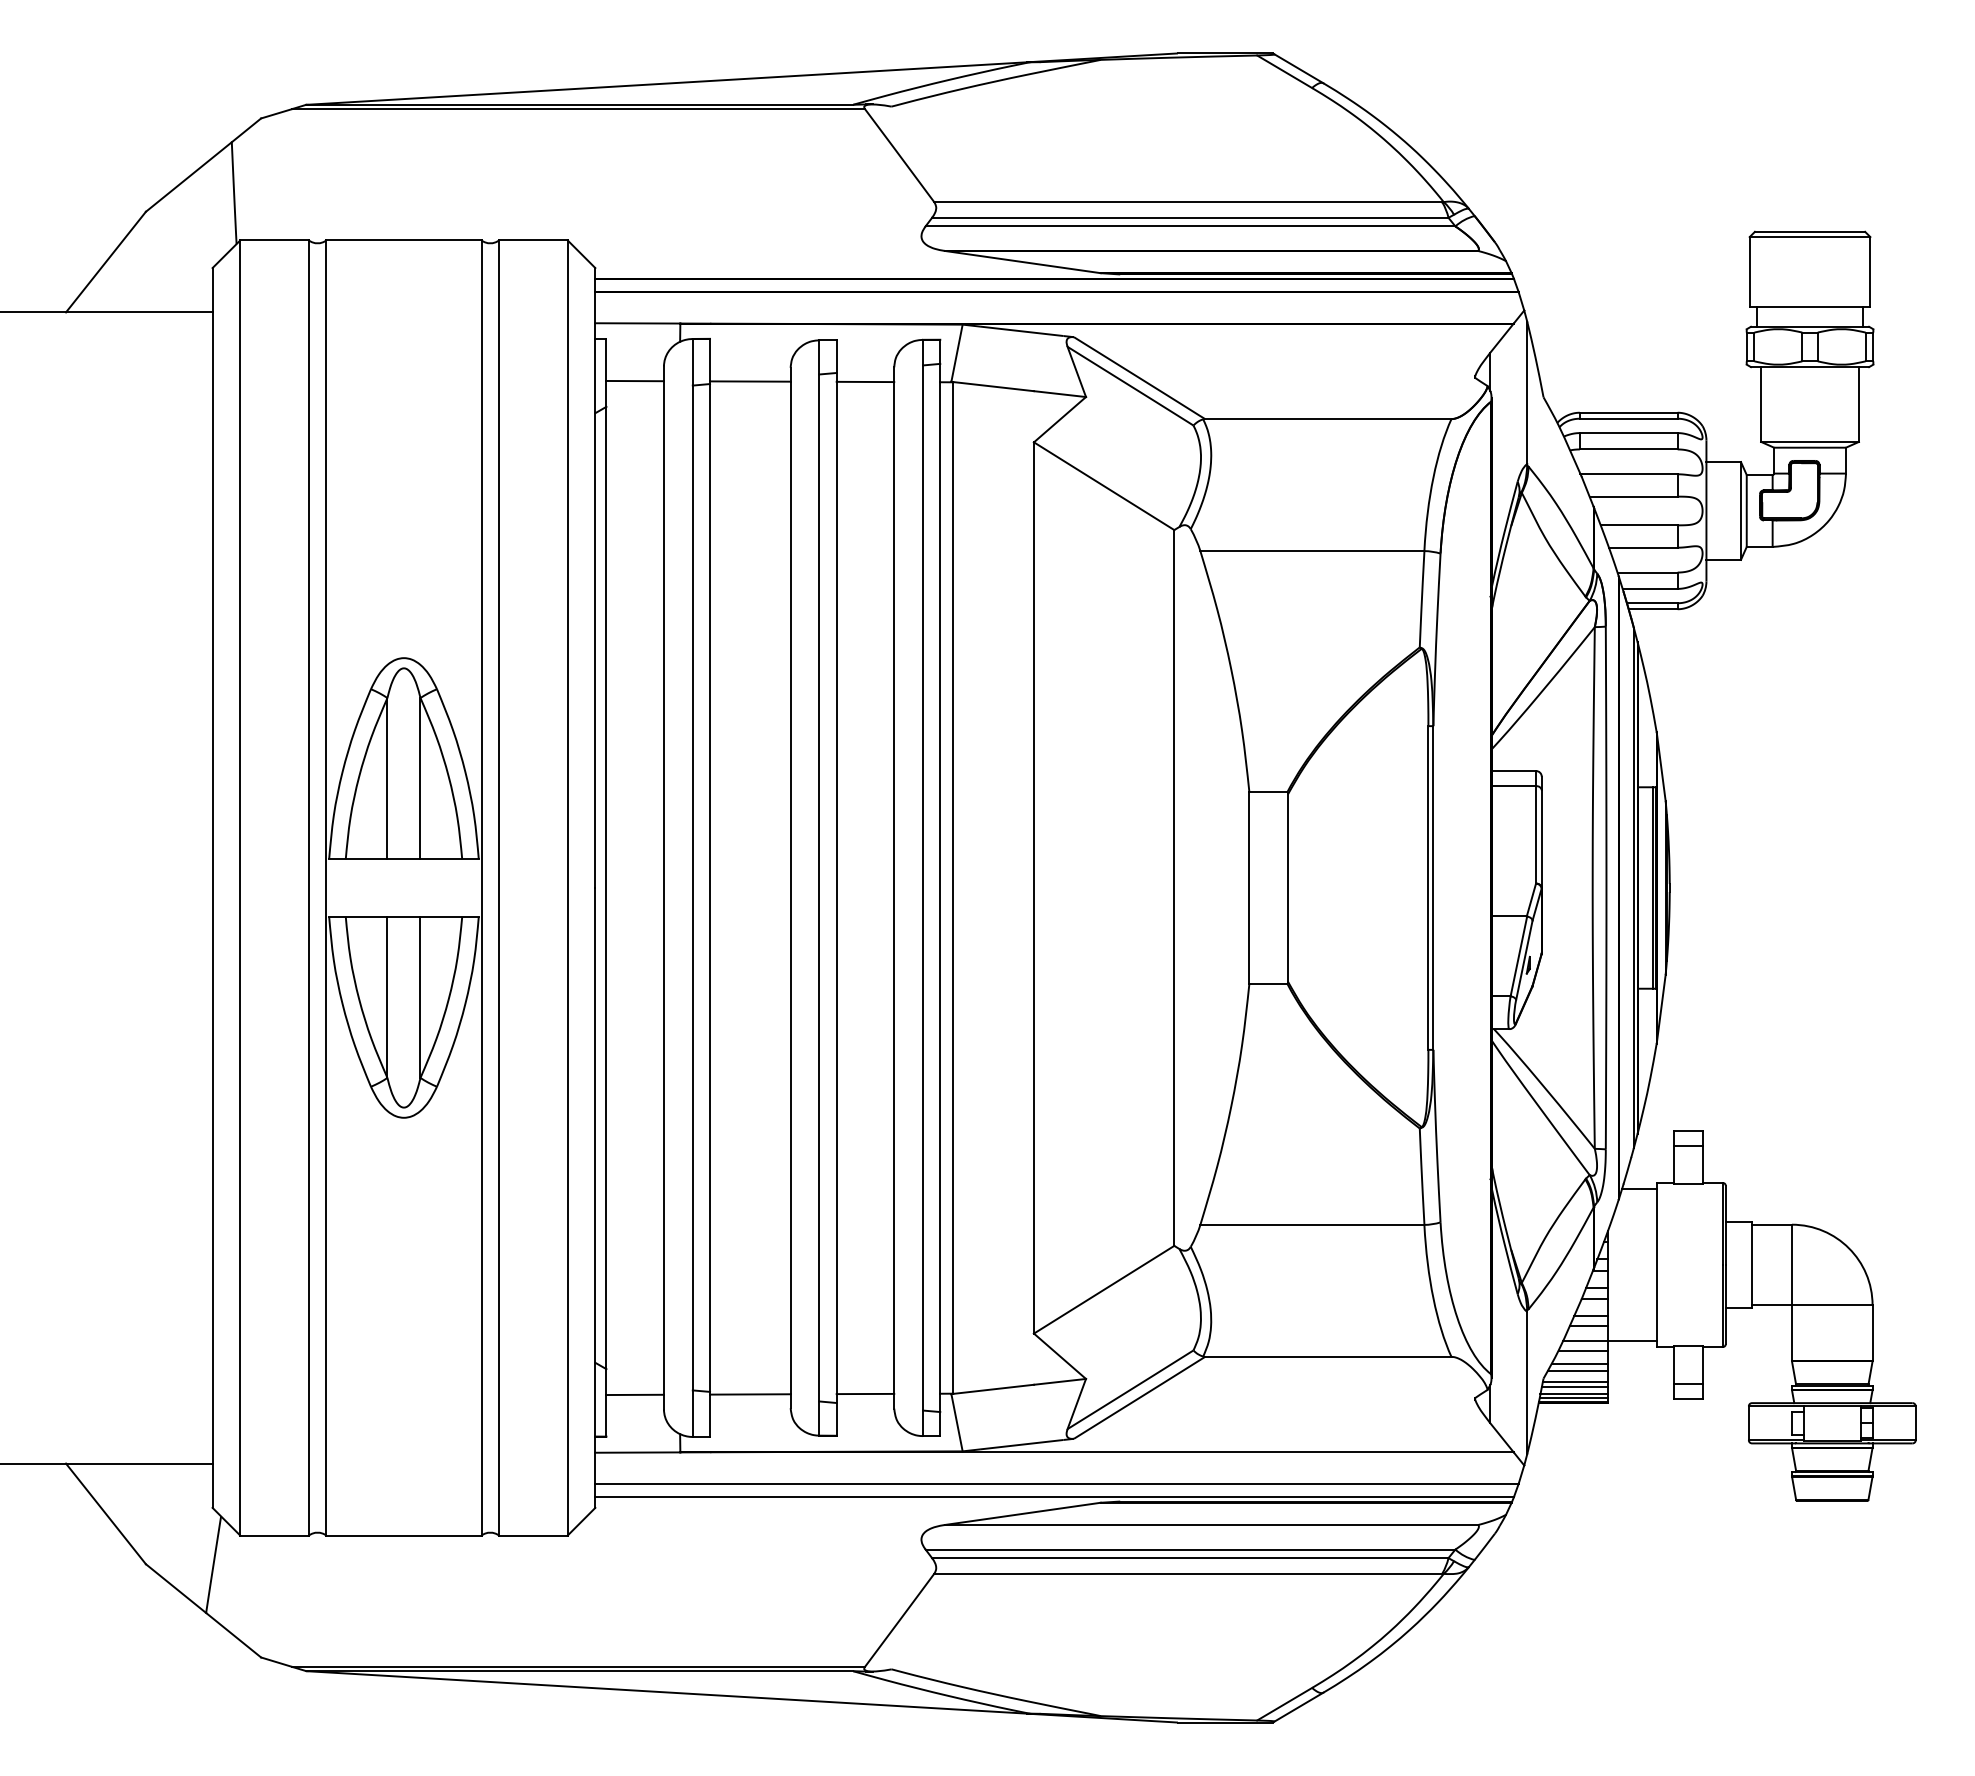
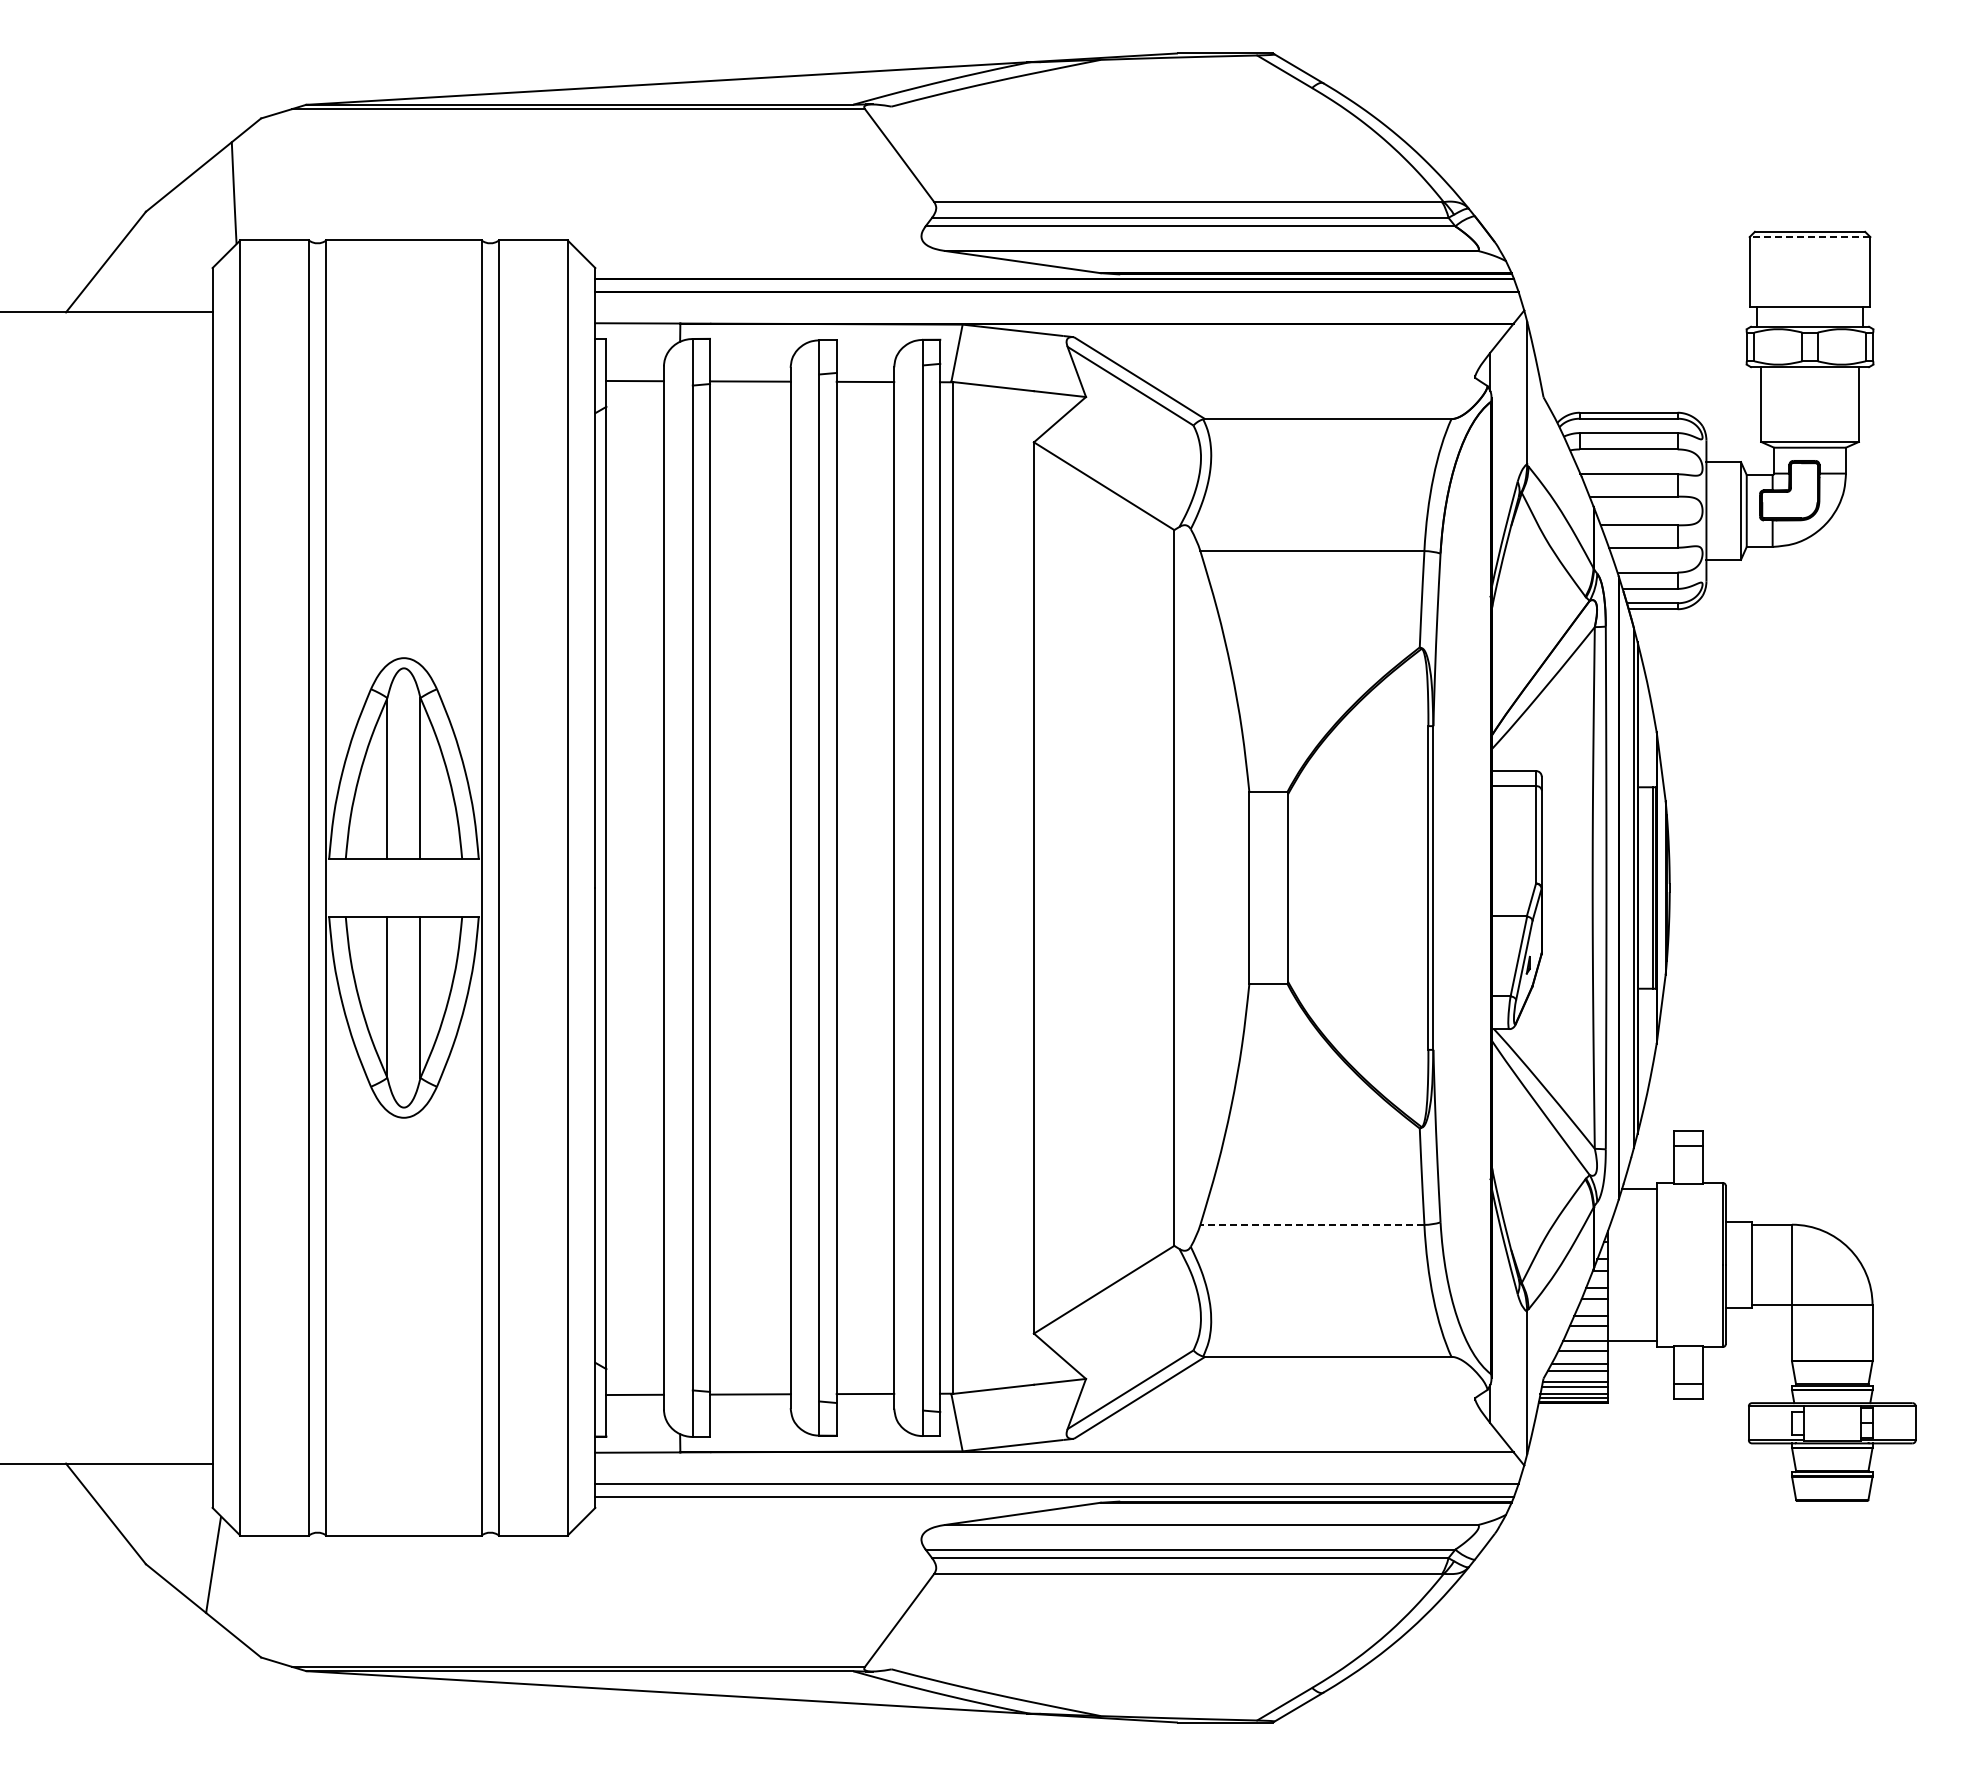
line at (1809, 237): solid -> dashed
line at (1311, 1224): solid -> dashed
